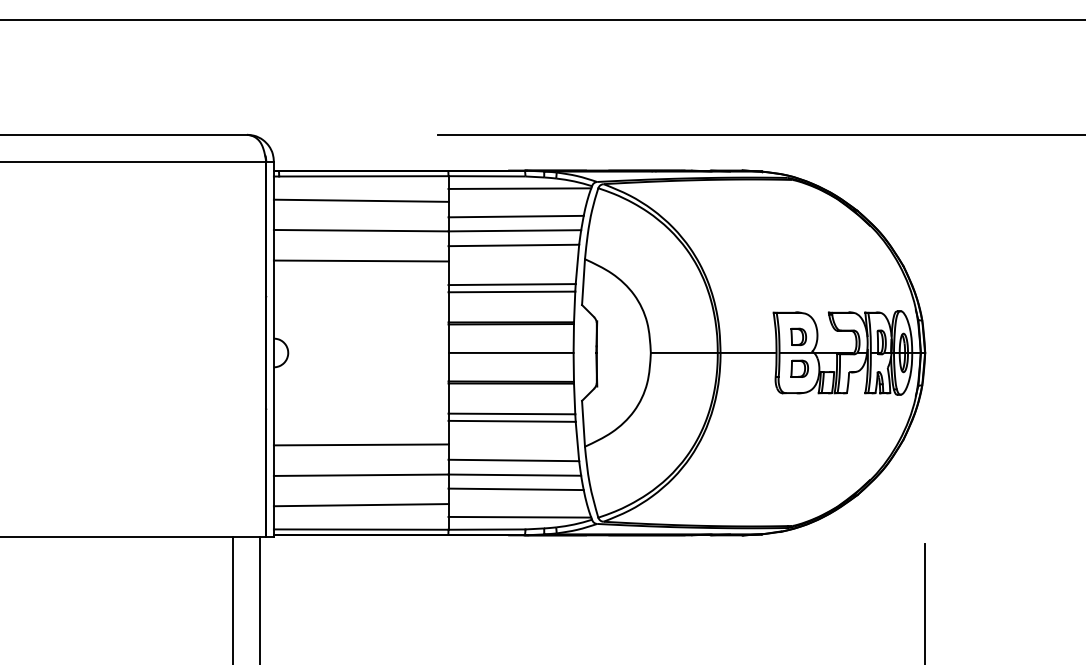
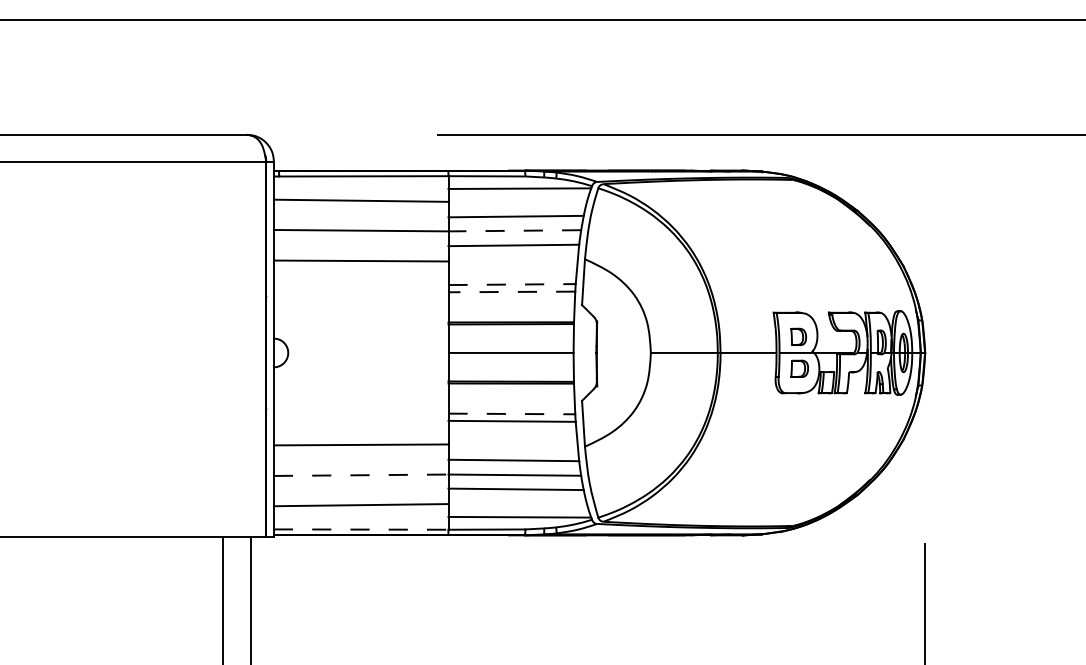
line at (514, 230): solid -> dashed
line at (512, 284): solid -> dashed
line at (511, 291): solid -> dashed
line at (512, 413): solid -> dashed
line at (361, 475): solid -> dashed
line at (361, 529): solid -> dashed
line at (232, 598) position: (232, 598) -> (222, 598)
line at (259, 598) position: (259, 598) -> (250, 598)
